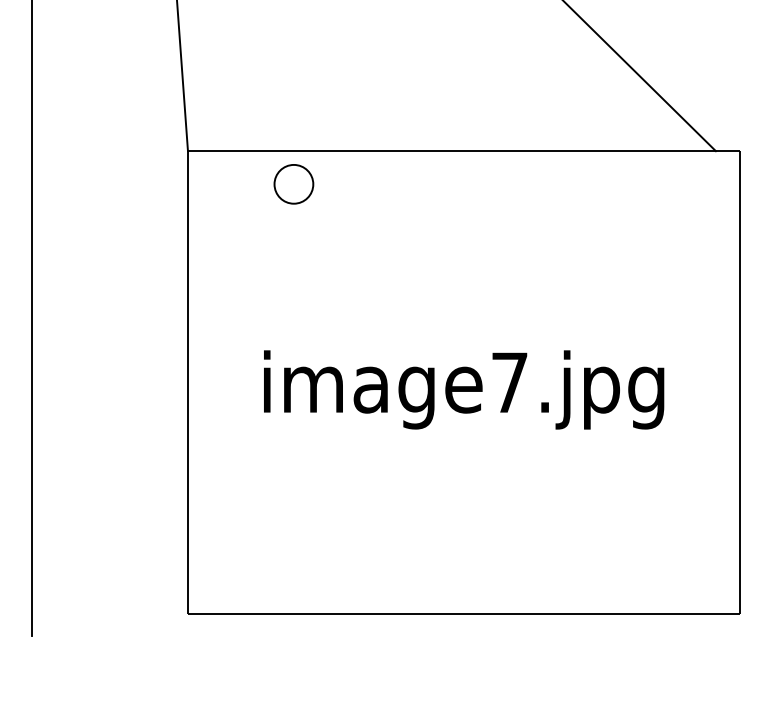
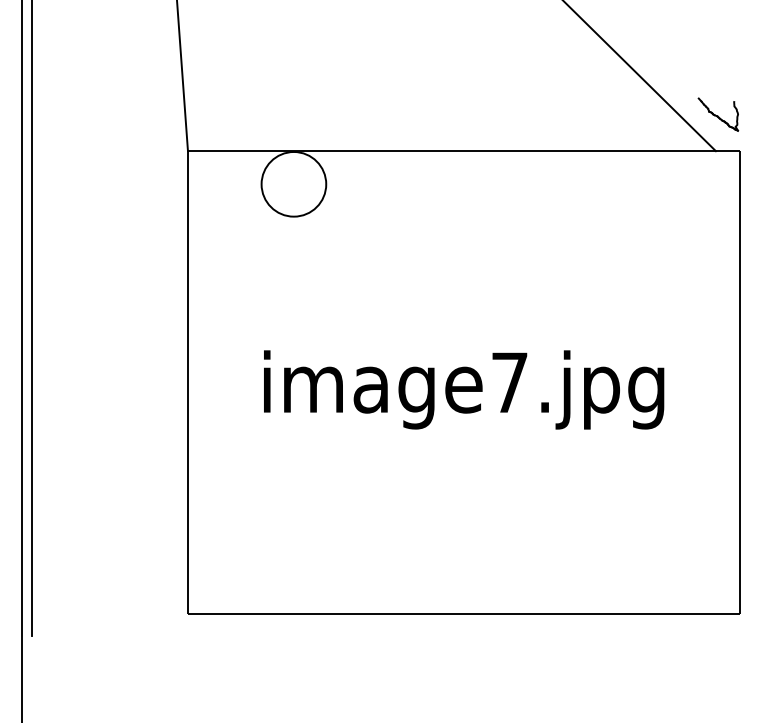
part at (718, 114): none -> present
circle at (293, 183) diameter: 39 px -> 65 px
line at (21, 360): none -> present
